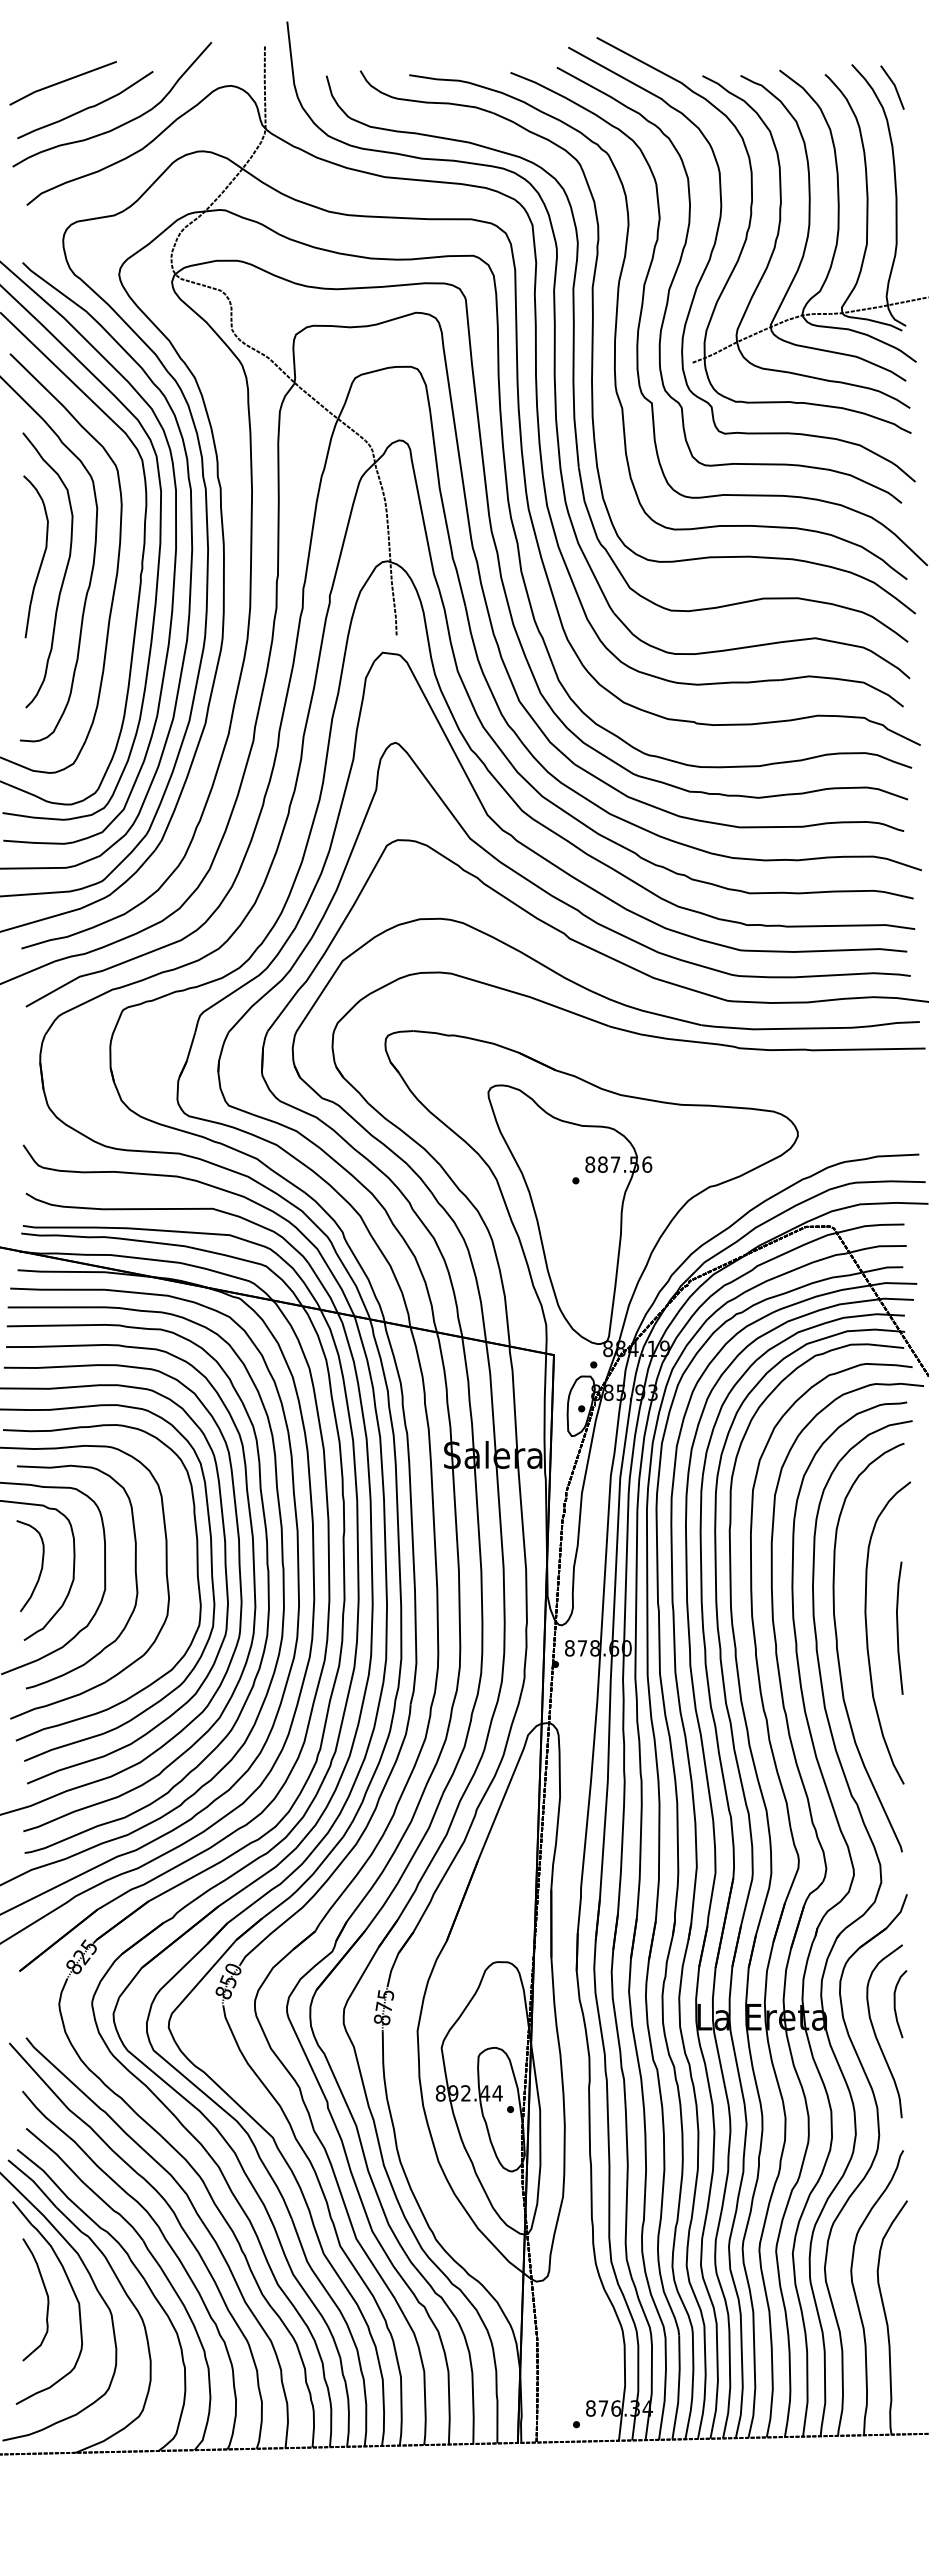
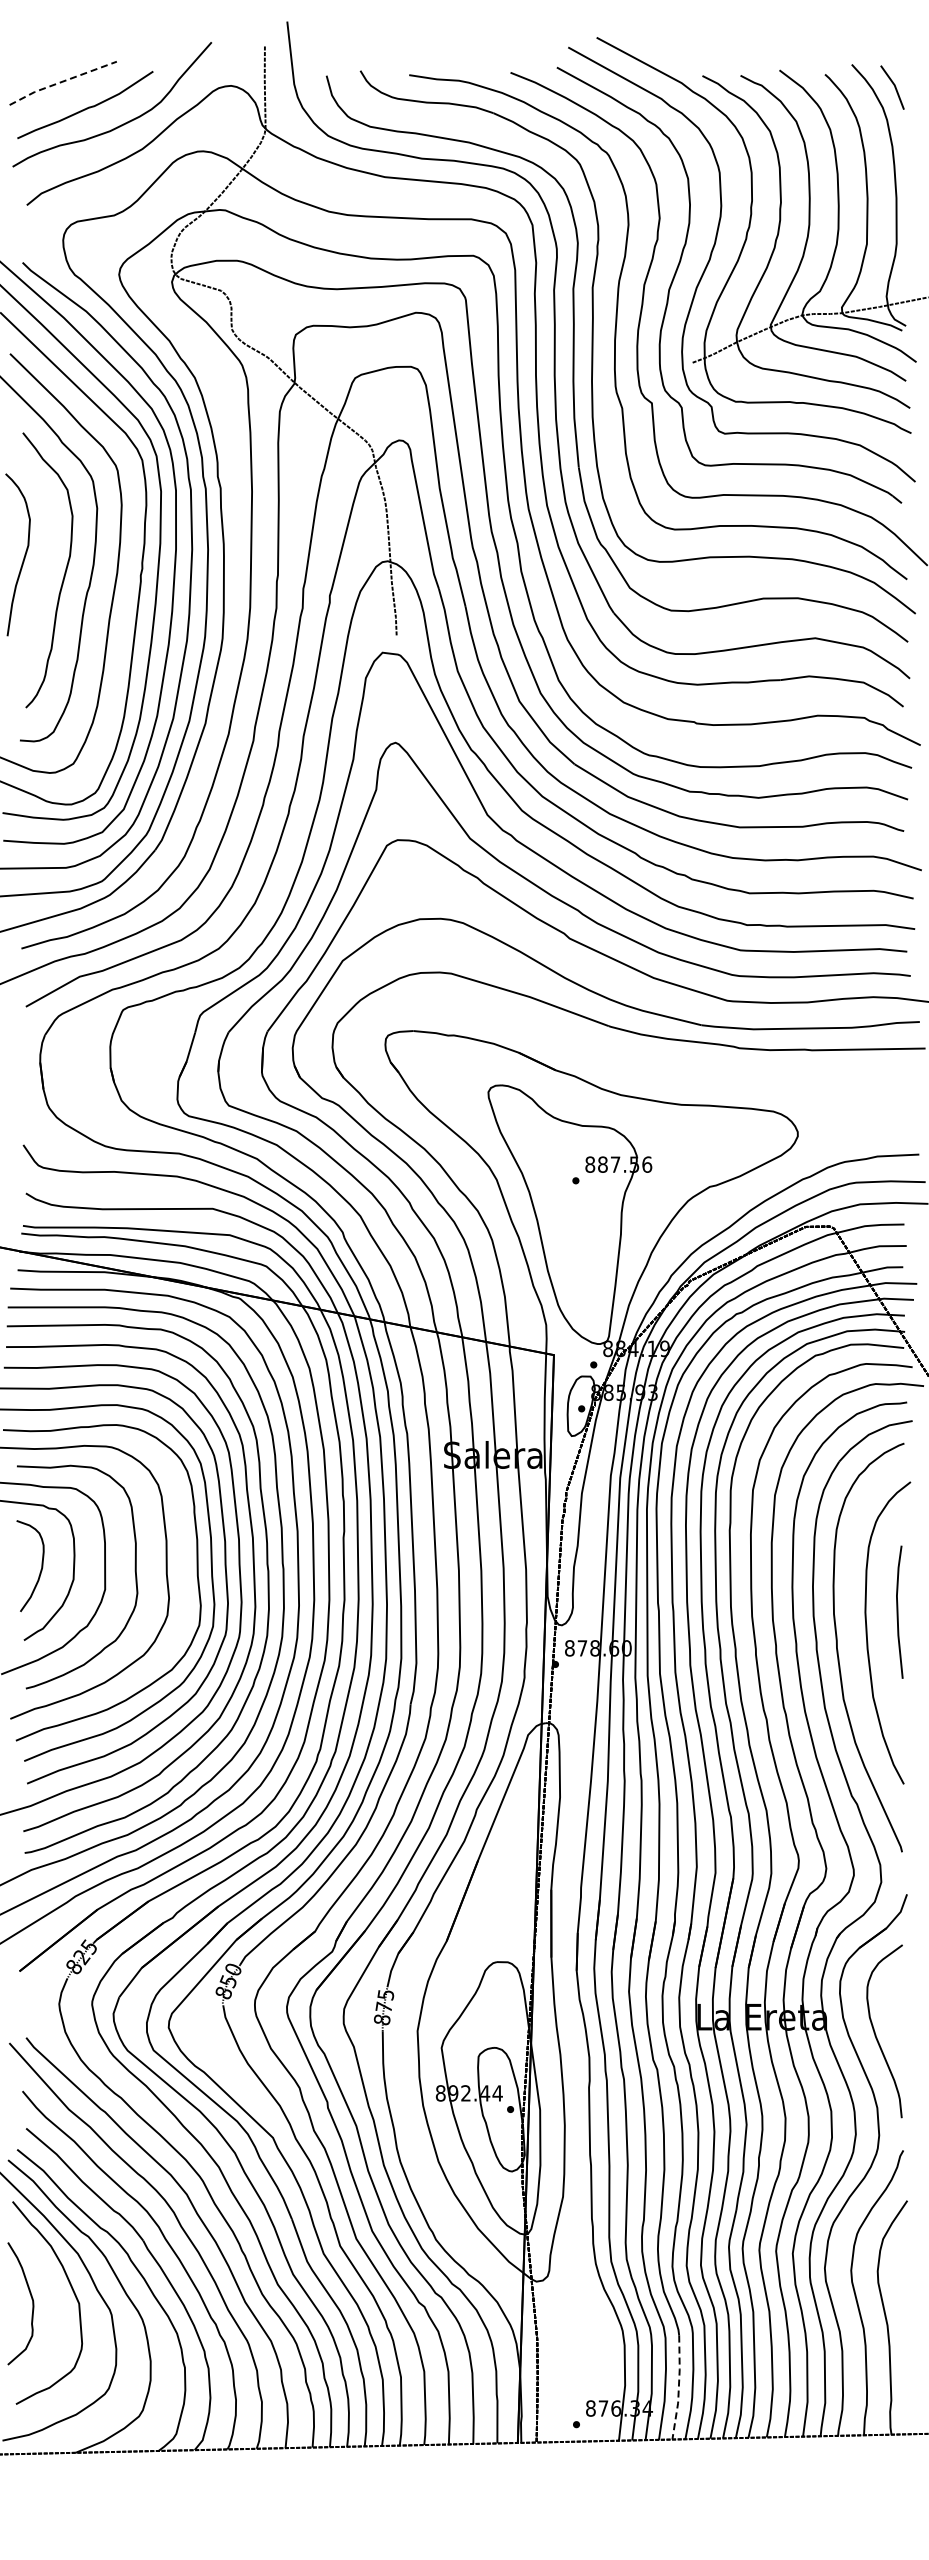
line at (61, 81): solid -> dashed
curve at (41, 559) position: (41, 559) -> (23, 557)
line at (898, 1627) position: (898, 1627) -> (898, 1611)
curve at (895, 2004): present -> none
curve at (46, 2295) position: (46, 2295) -> (31, 2299)
line at (678, 2388): solid -> dashed
